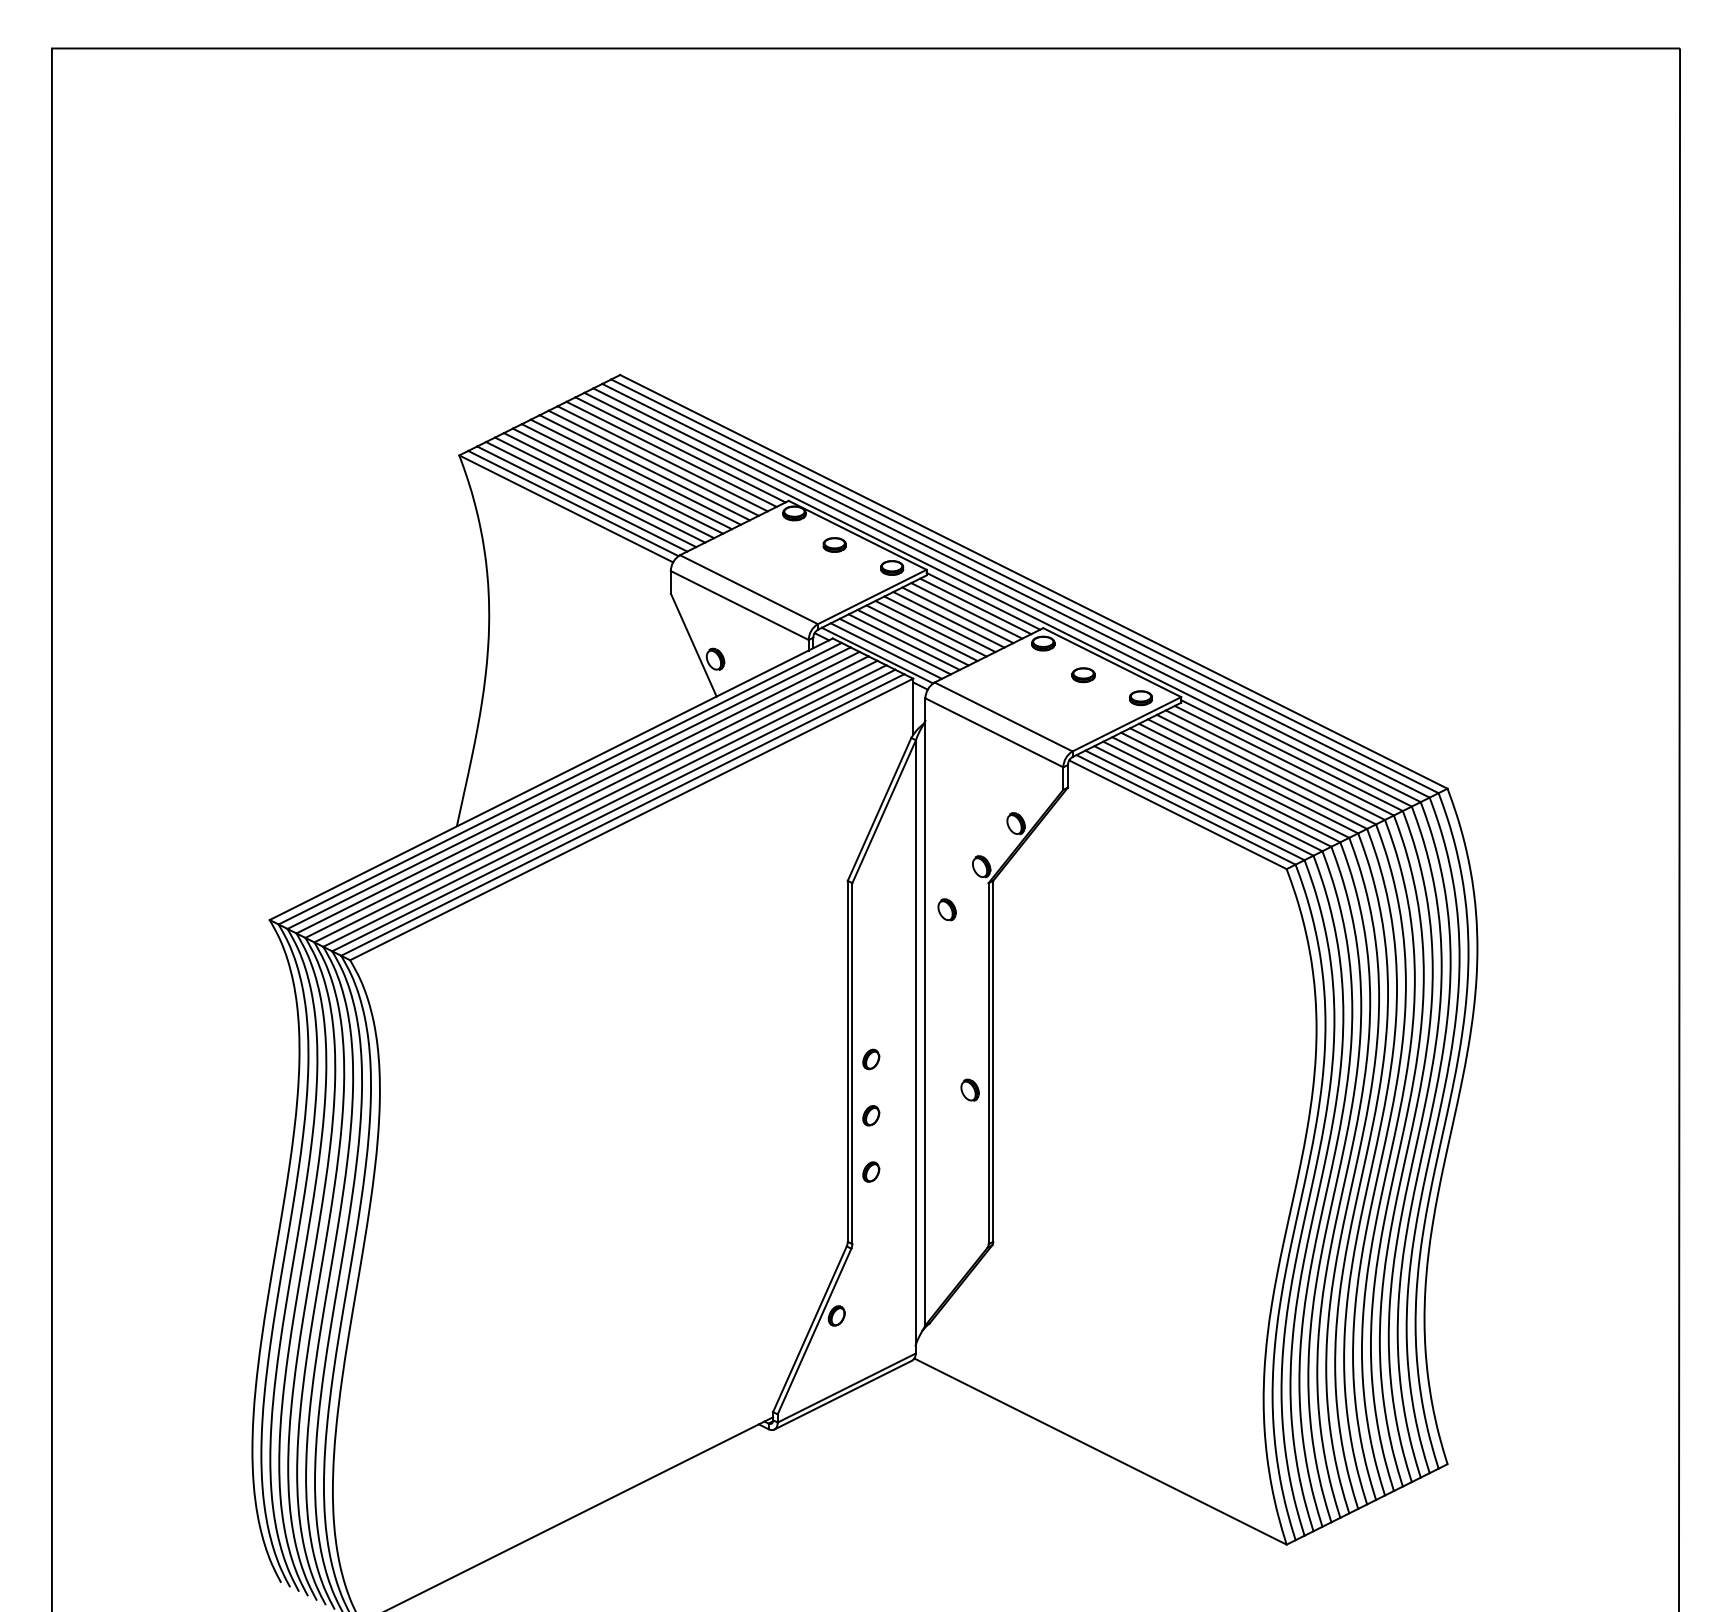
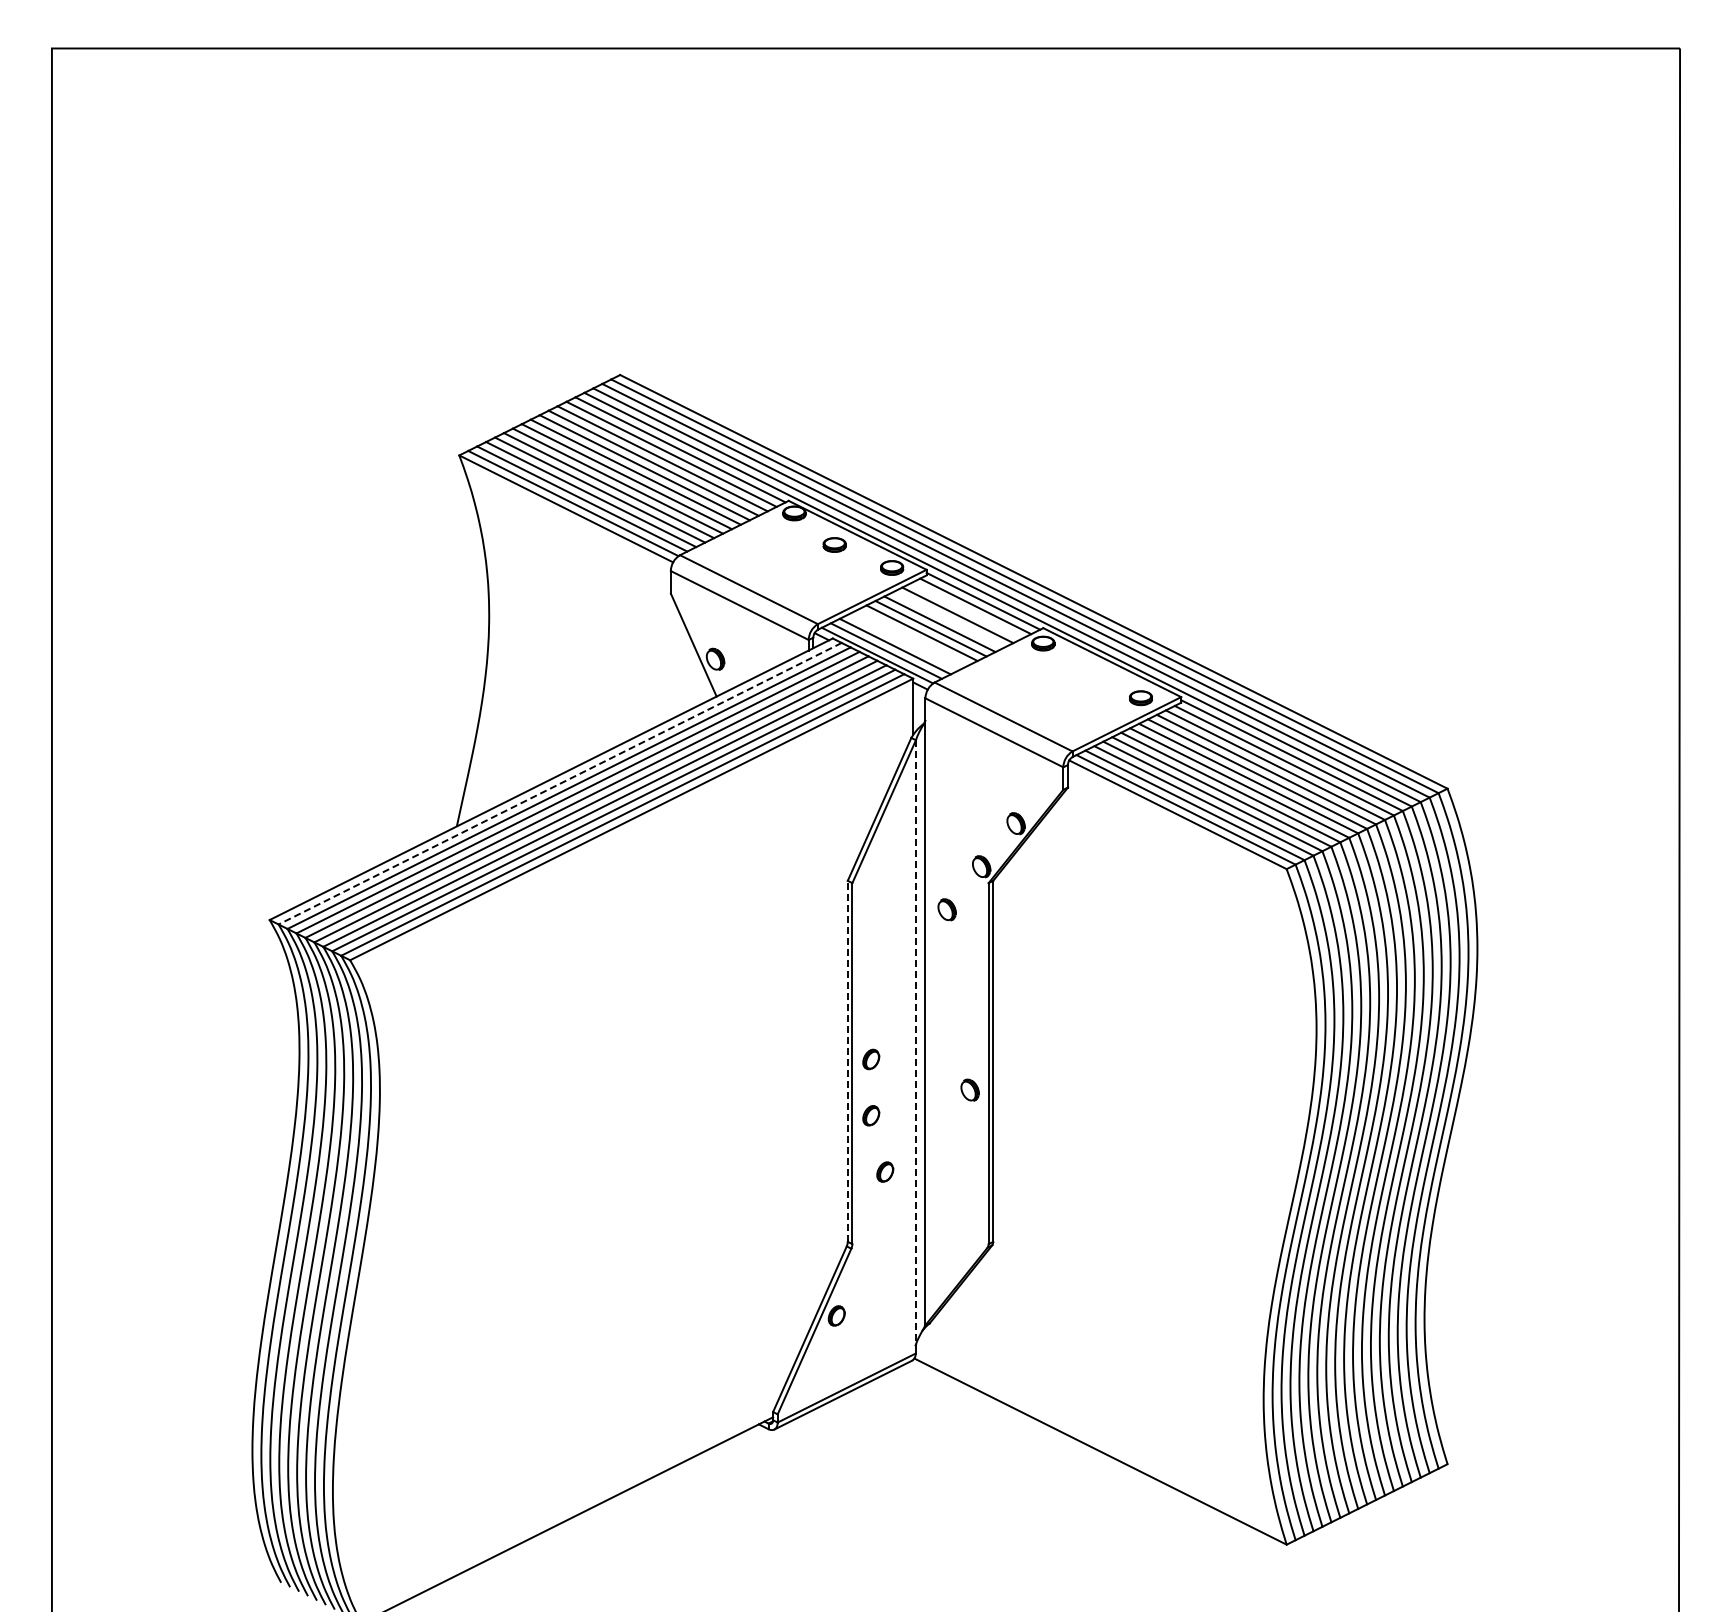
line at (966, 610): present -> none
line at (948, 619): present -> none
line at (912, 637): present -> none
line at (903, 641): present -> none
part at (1083, 675): present -> none
line at (560, 783): solid -> dashed
line at (915, 1042): solid -> dashed
line at (847, 1061): solid -> dashed
part at (871, 1171) position: (871, 1171) -> (885, 1171)
